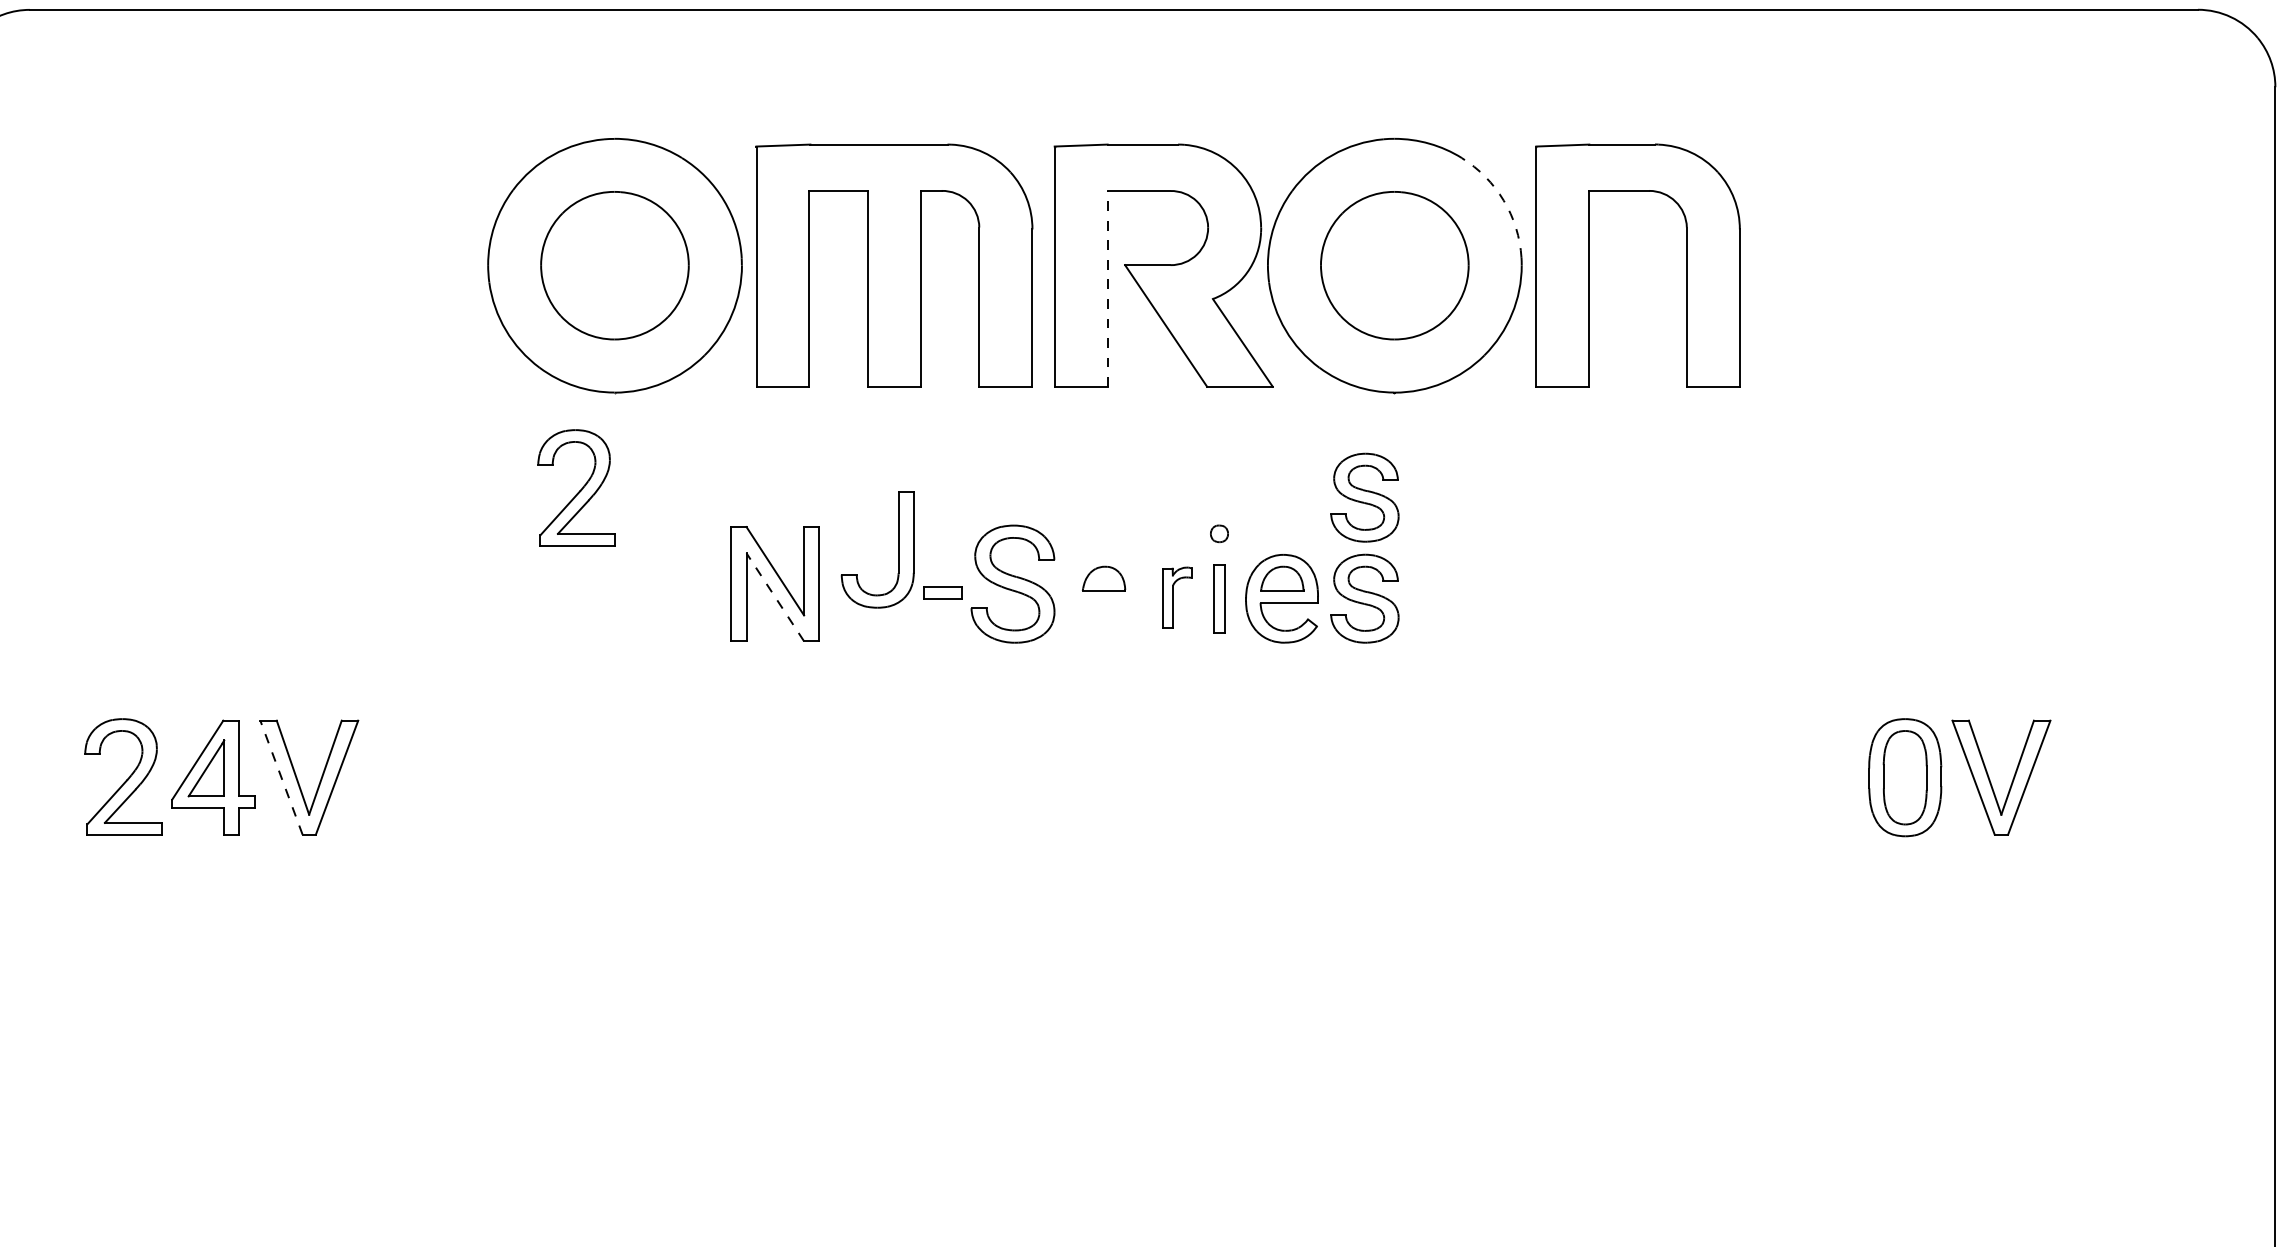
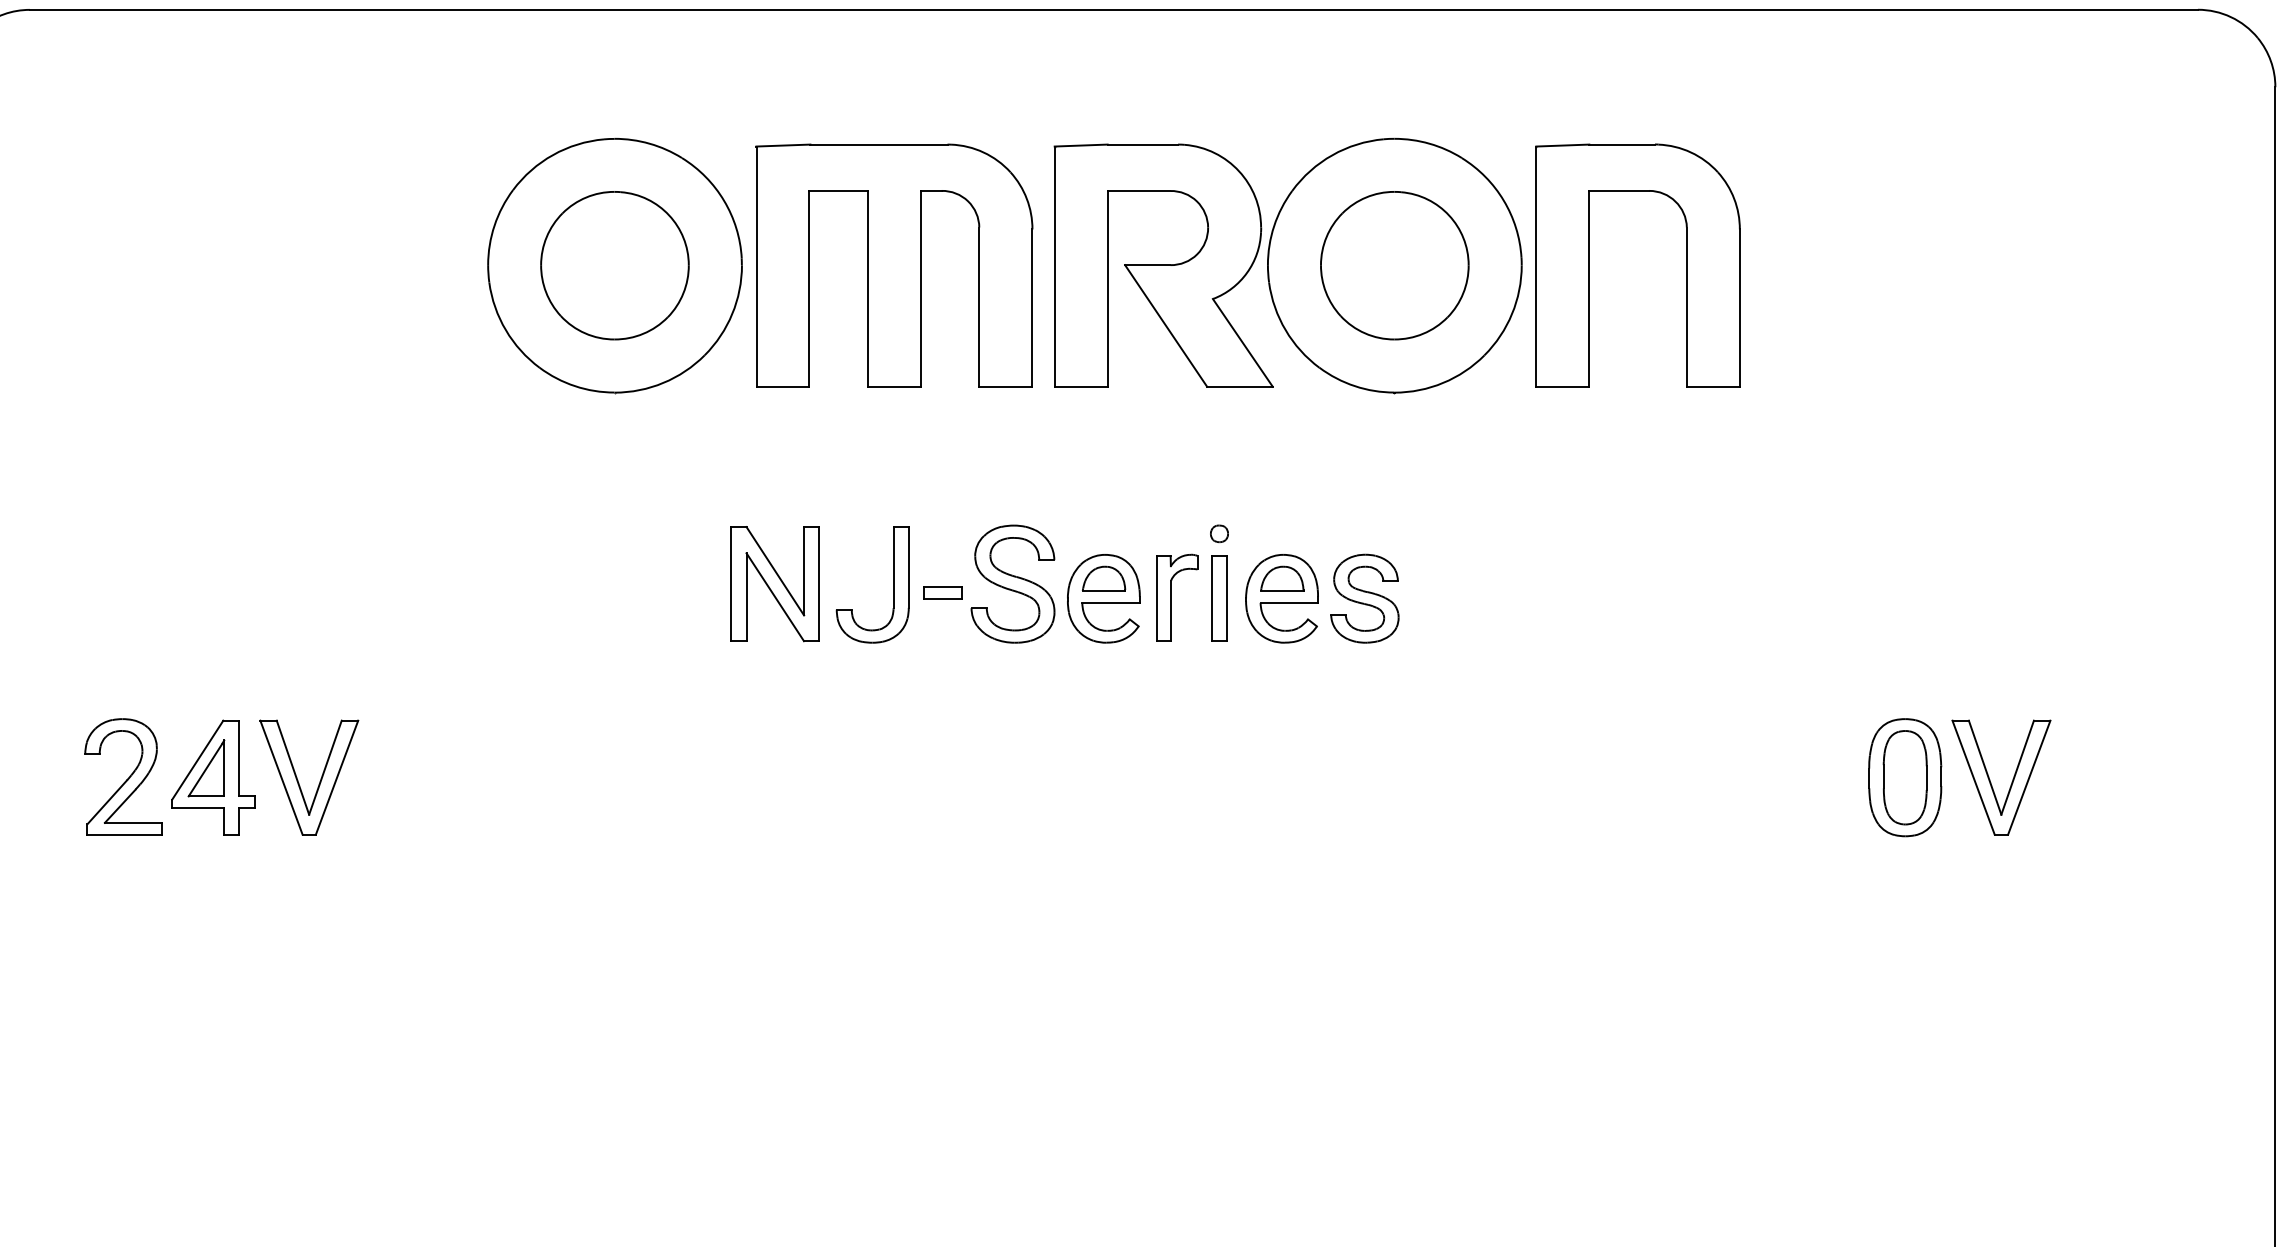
arc at (1503, 200): dashed -> solid
line at (1107, 288): dashed -> solid
part at (576, 487): present -> none
part at (1364, 497): present -> none
part at (898, 549) position: (898, 549) -> (893, 584)
line at (775, 597): dashed -> solid
part at (1177, 597) size: 31x63 px -> 43x89 px
part at (1103, 598): none -> present
part at (1219, 598) size: 13x70 px -> 17x87 px
line at (281, 777): dashed -> solid
